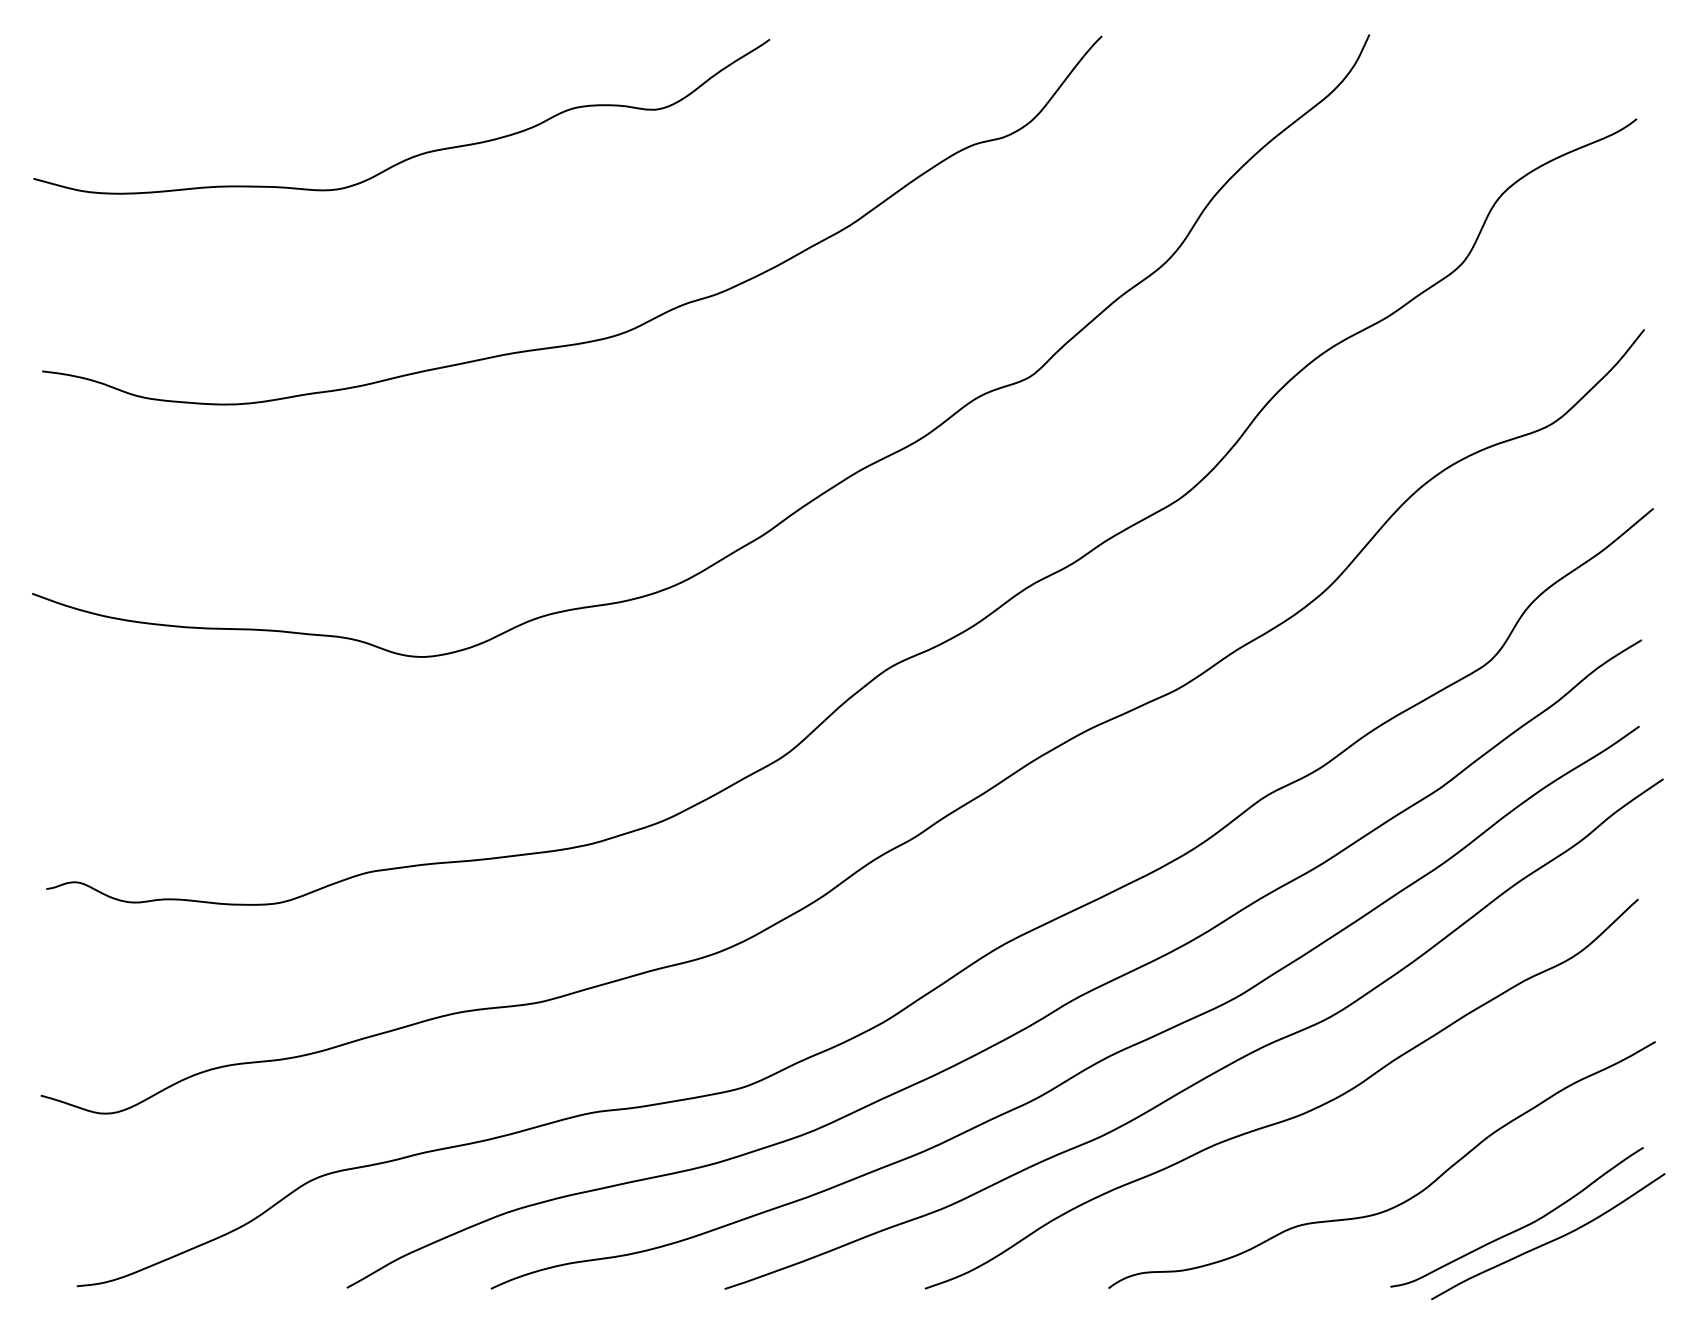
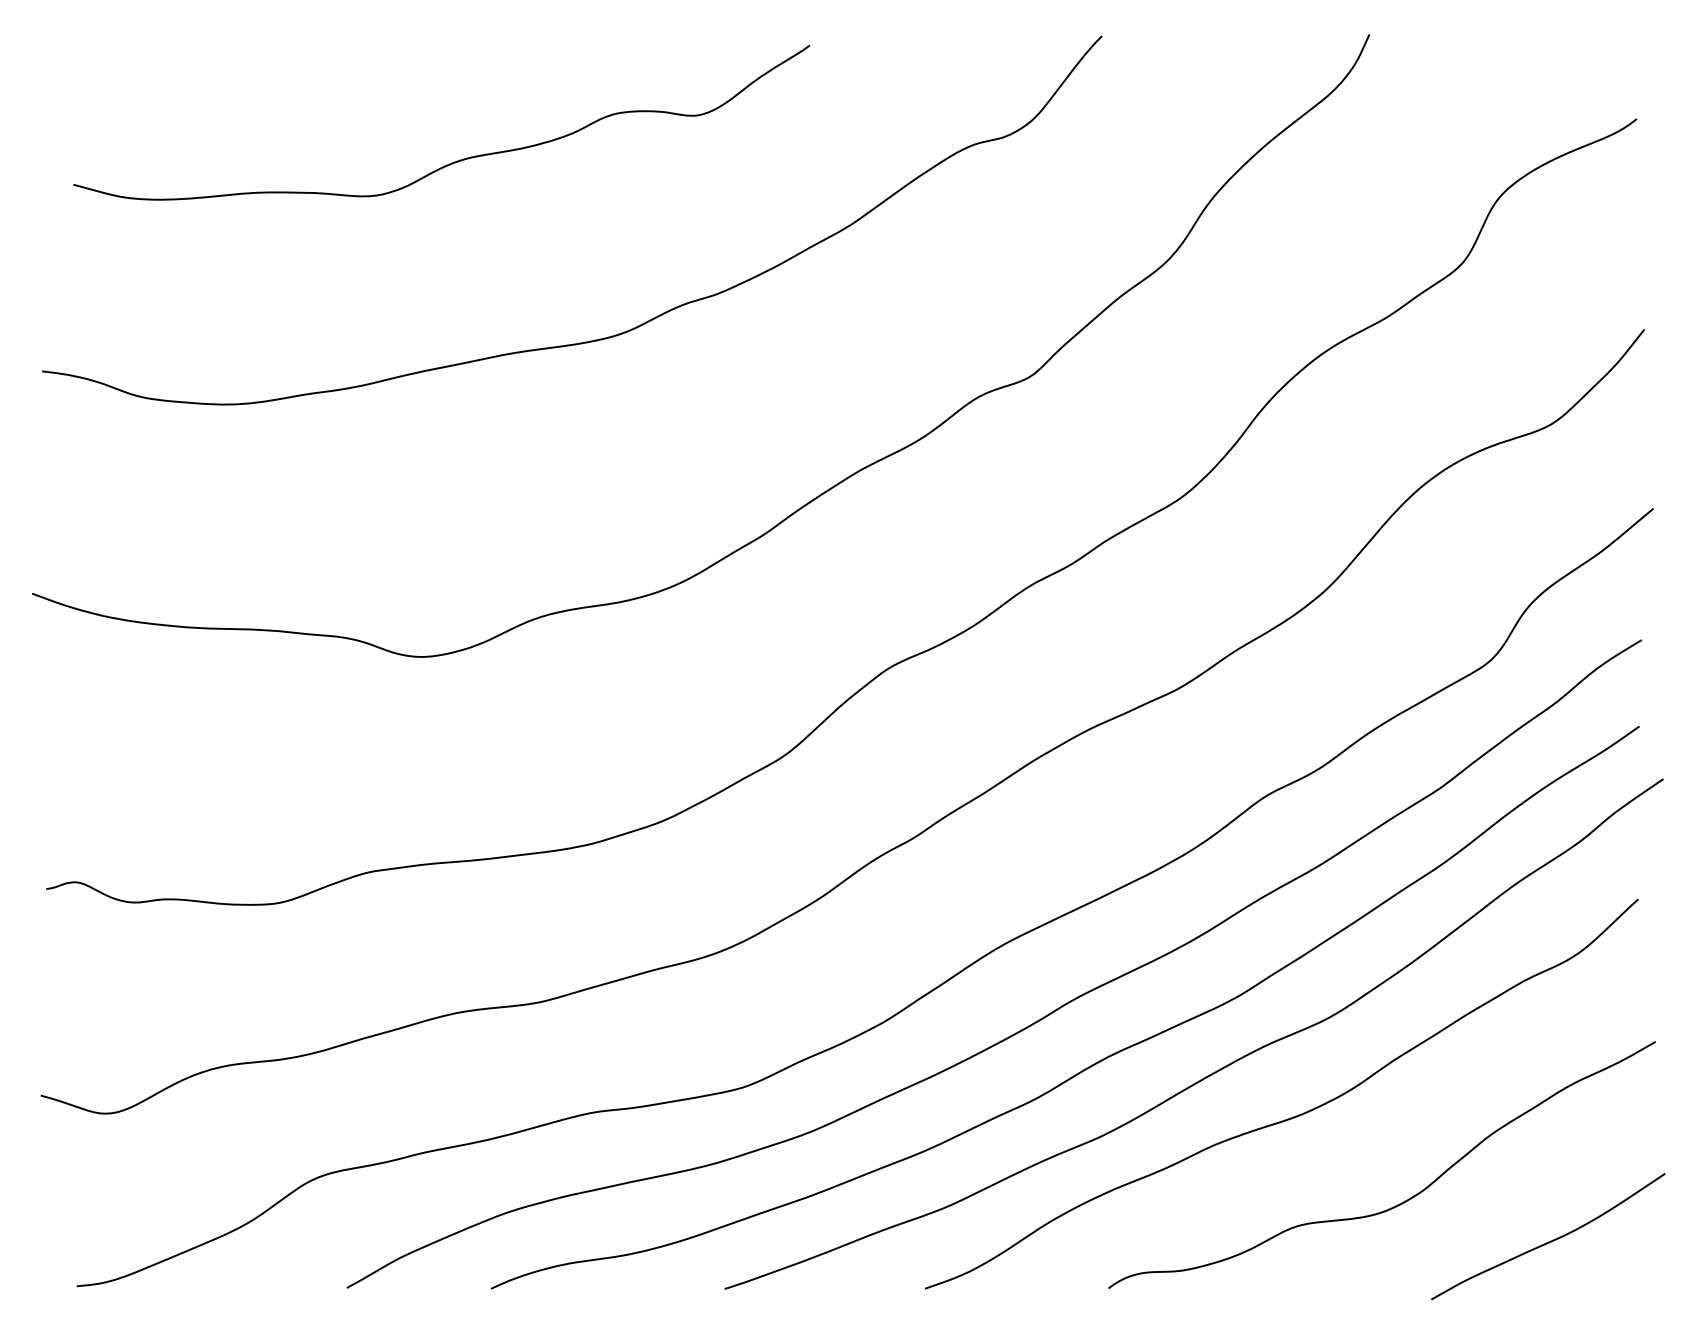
curve at (414, 155) position: (414, 155) -> (454, 161)
curve at (1520, 1227): present -> none
